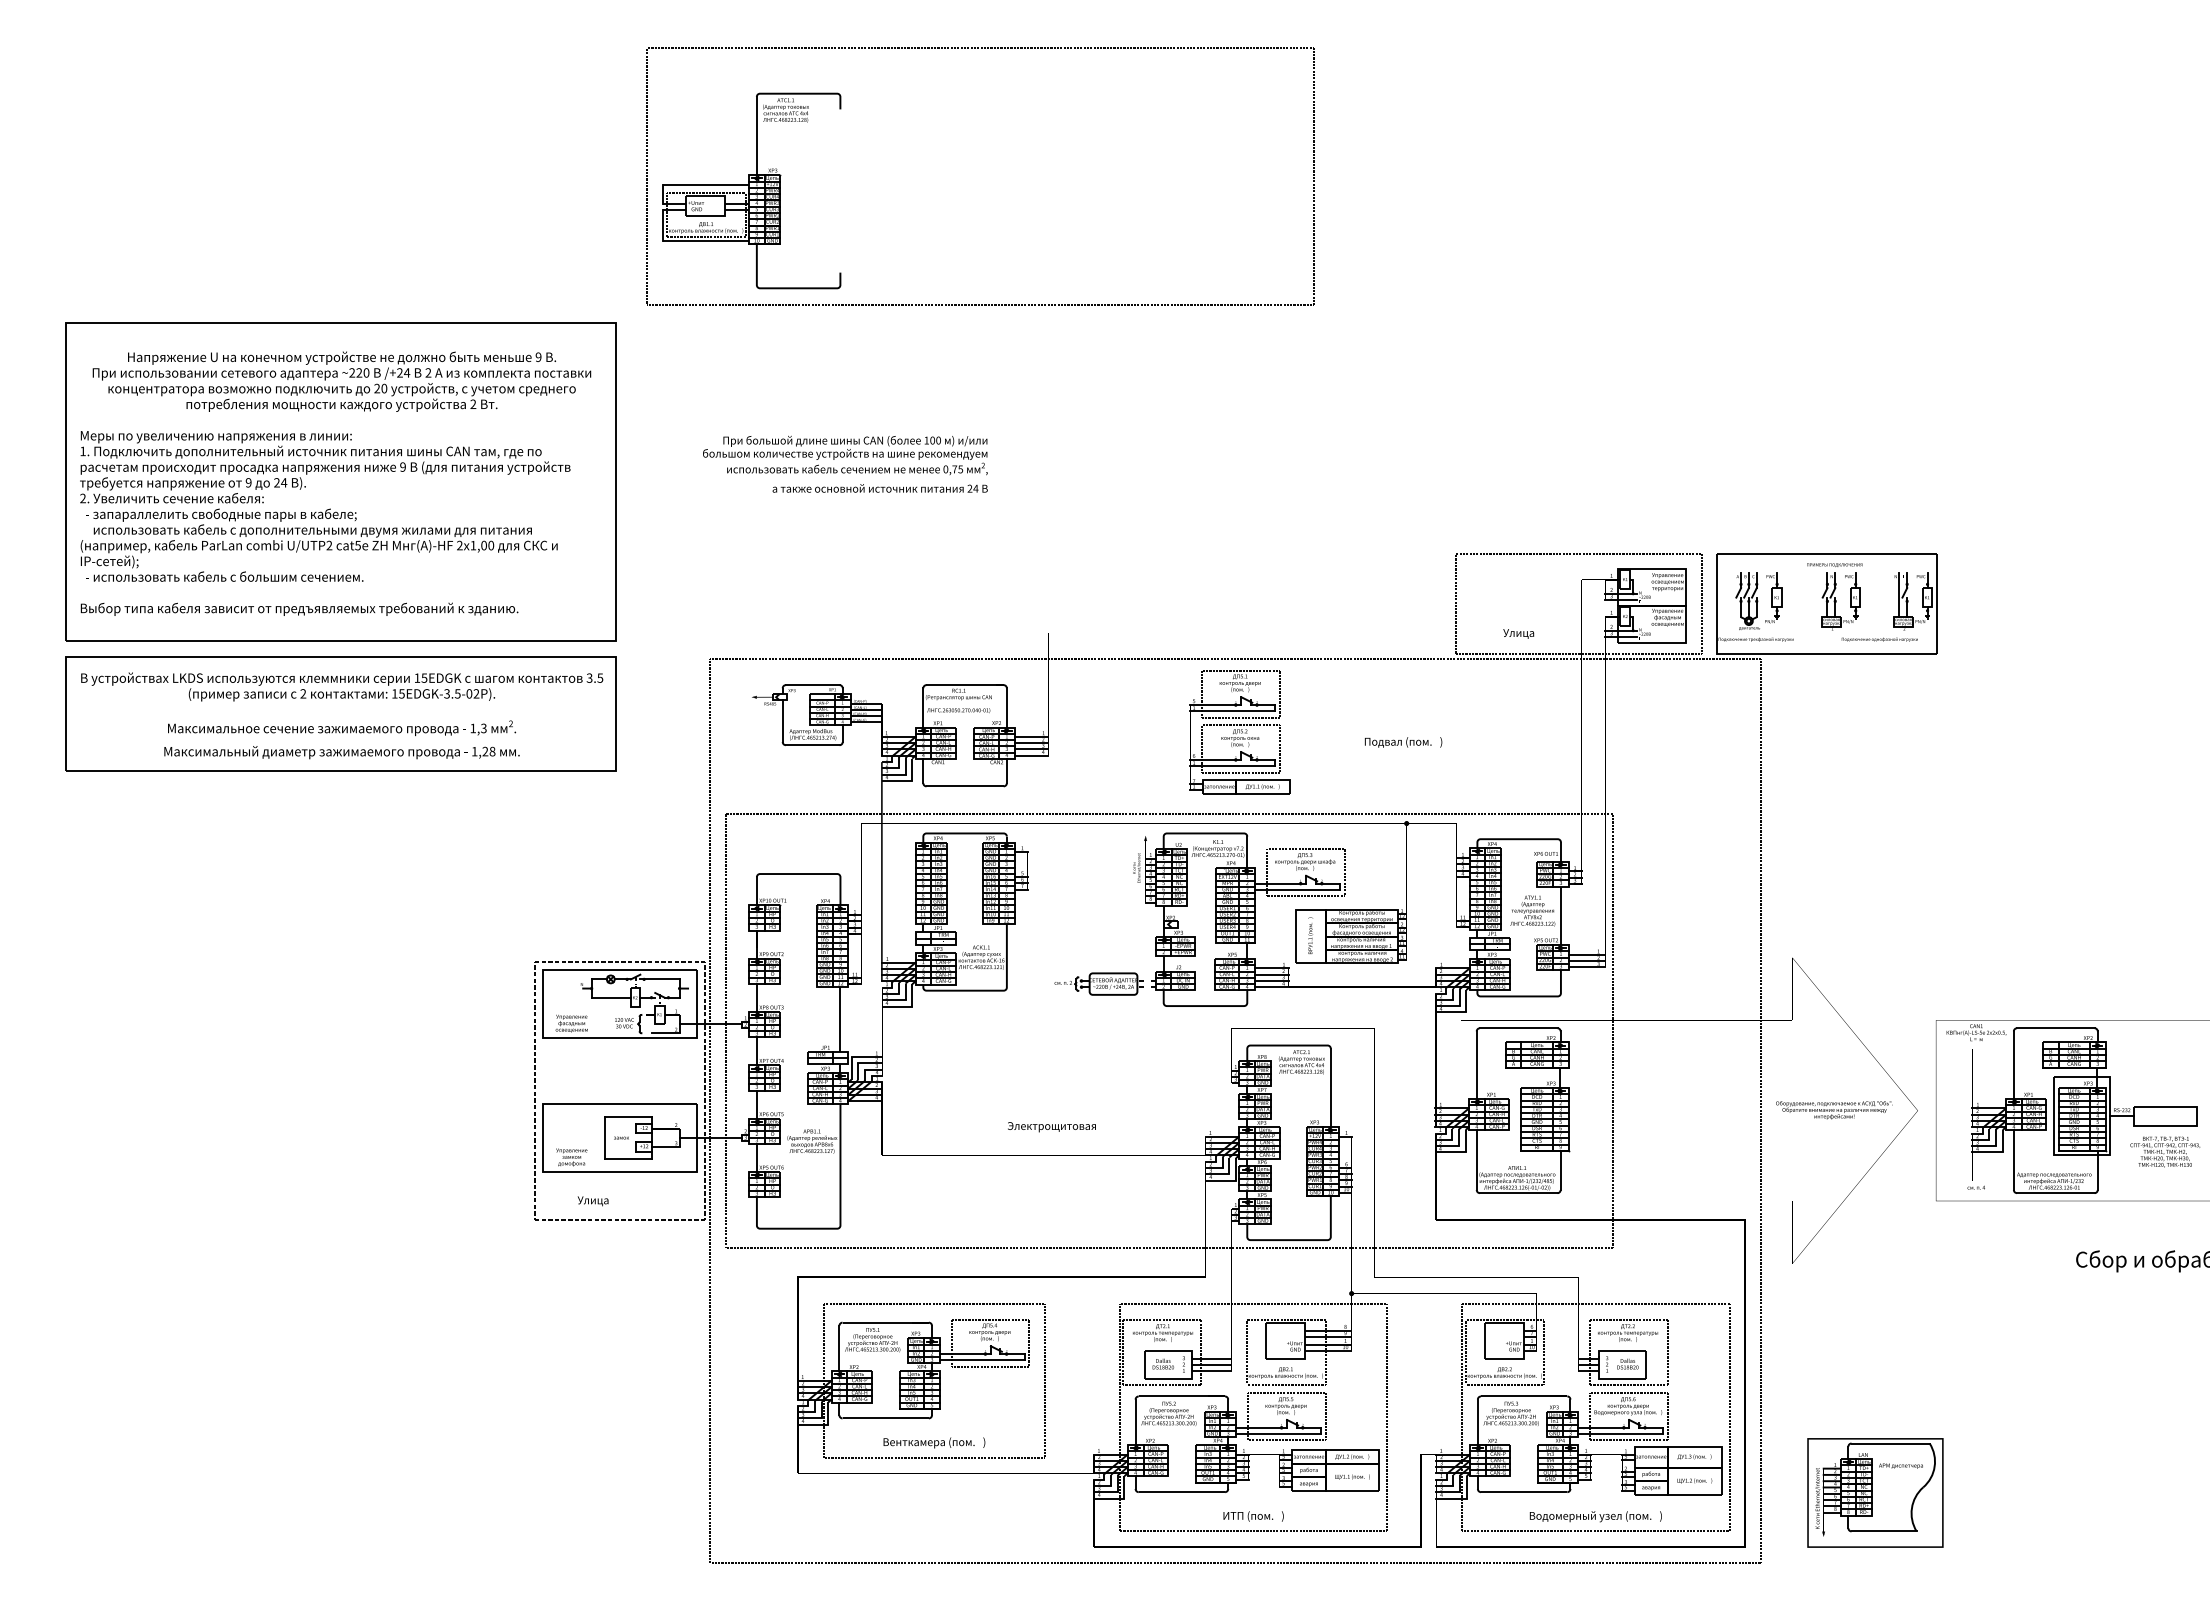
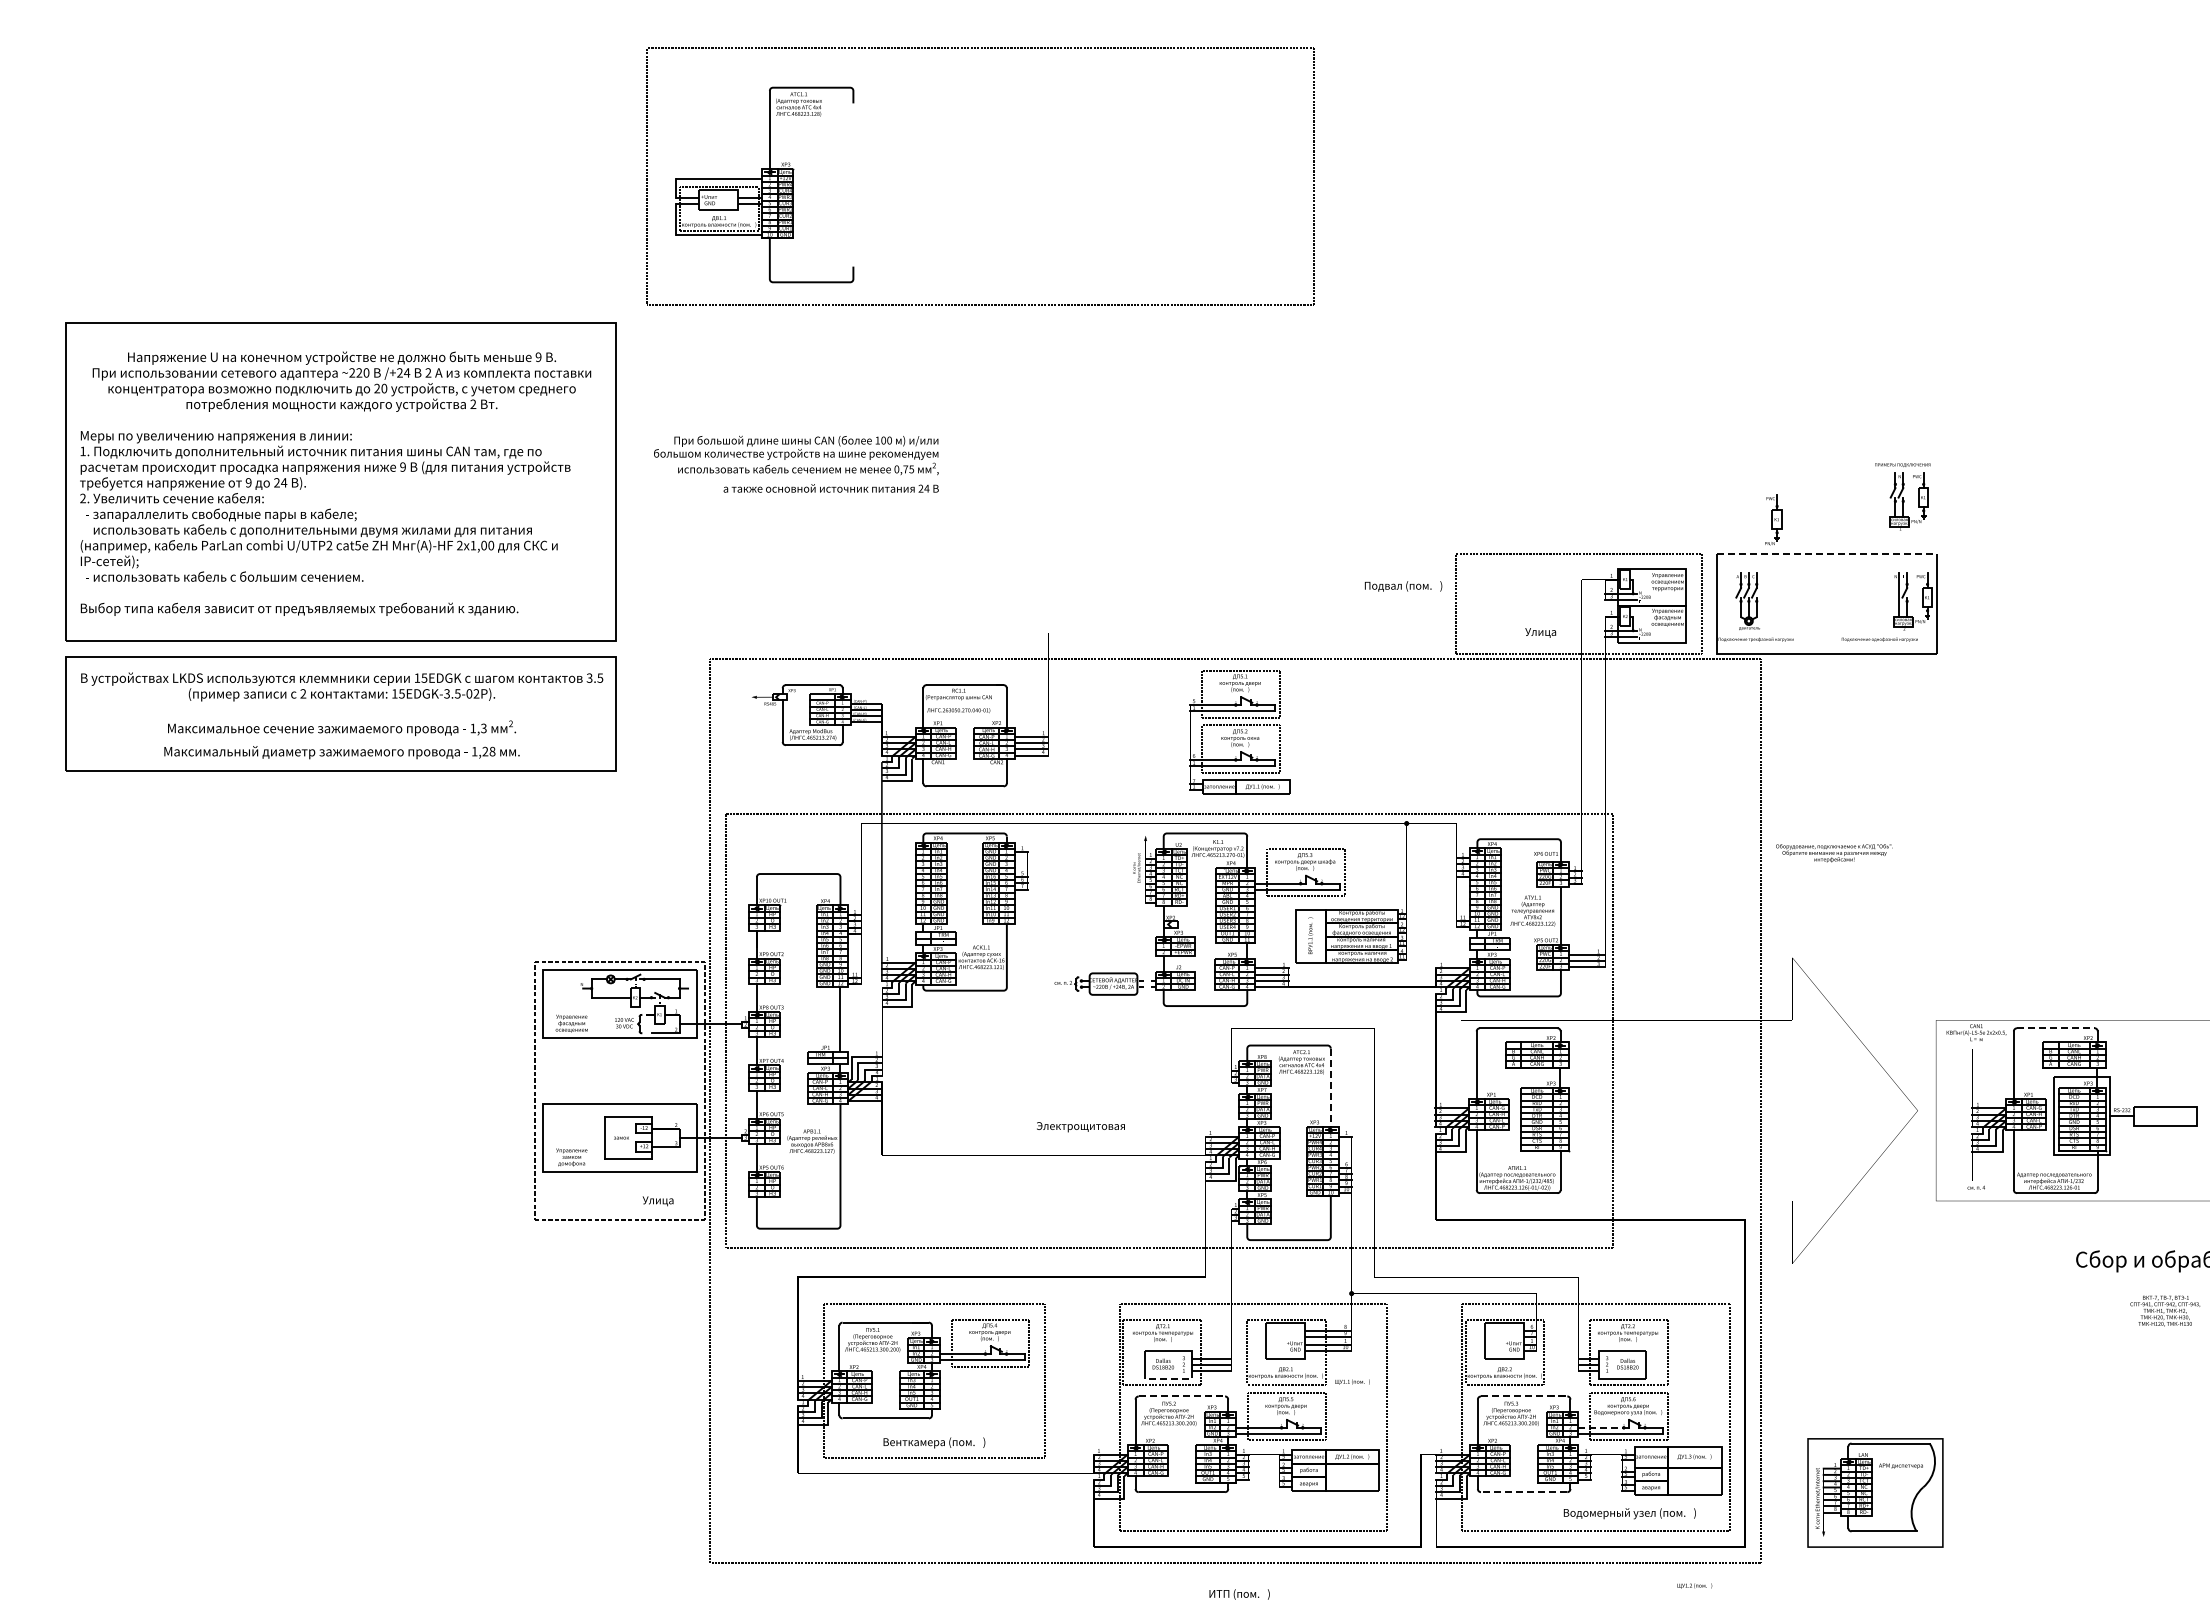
part at (751, 190) position: (751, 190) -> (764, 184)
text at (845, 463) position: (845, 463) -> (796, 463)
line at (1827, 553): solid -> dashed
part at (1834, 596) position: (1834, 596) -> (1902, 496)
part at (1773, 597) position: (1773, 597) -> (1773, 519)
text at (1518, 633) position: (1518, 633) -> (1540, 632)
text at (1403, 742) position: (1403, 742) -> (1403, 586)
line at (2055, 1028): solid -> dashed
line at (1330, 1088): solid -> dashed
text at (1834, 1110) position: (1834, 1110) -> (1834, 853)
text at (1051, 1127) position: (1051, 1127) -> (1080, 1127)
text at (2165, 1151) position: (2165, 1151) -> (2165, 1310)
text at (592, 1201) position: (592, 1201) -> (657, 1201)
line at (1172, 1379): solid -> dashed
line at (1191, 1396): solid -> dashed
line at (1533, 1396): solid -> dashed
line at (1601, 1427): solid -> dashed
text at (1352, 1476) position: (1352, 1476) -> (1352, 1381)
text at (1694, 1480) position: (1694, 1480) -> (1694, 1585)
line at (1523, 1492): solid -> dashed
text at (1253, 1516) position: (1253, 1516) -> (1239, 1594)
text at (1595, 1516) position: (1595, 1516) -> (1629, 1513)
